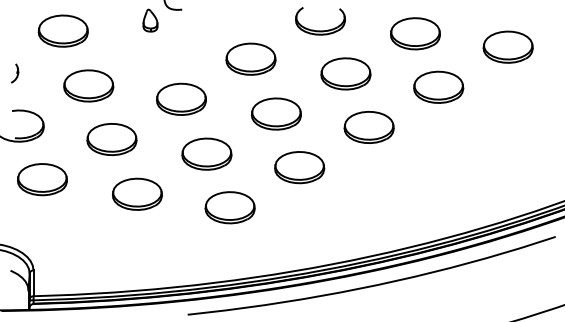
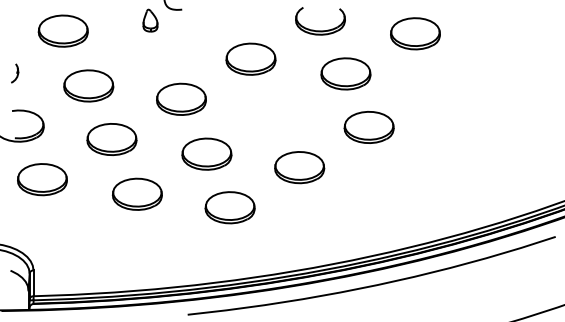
part at (507, 46): present -> none
part at (438, 86): present -> none
part at (276, 113): present -> none
